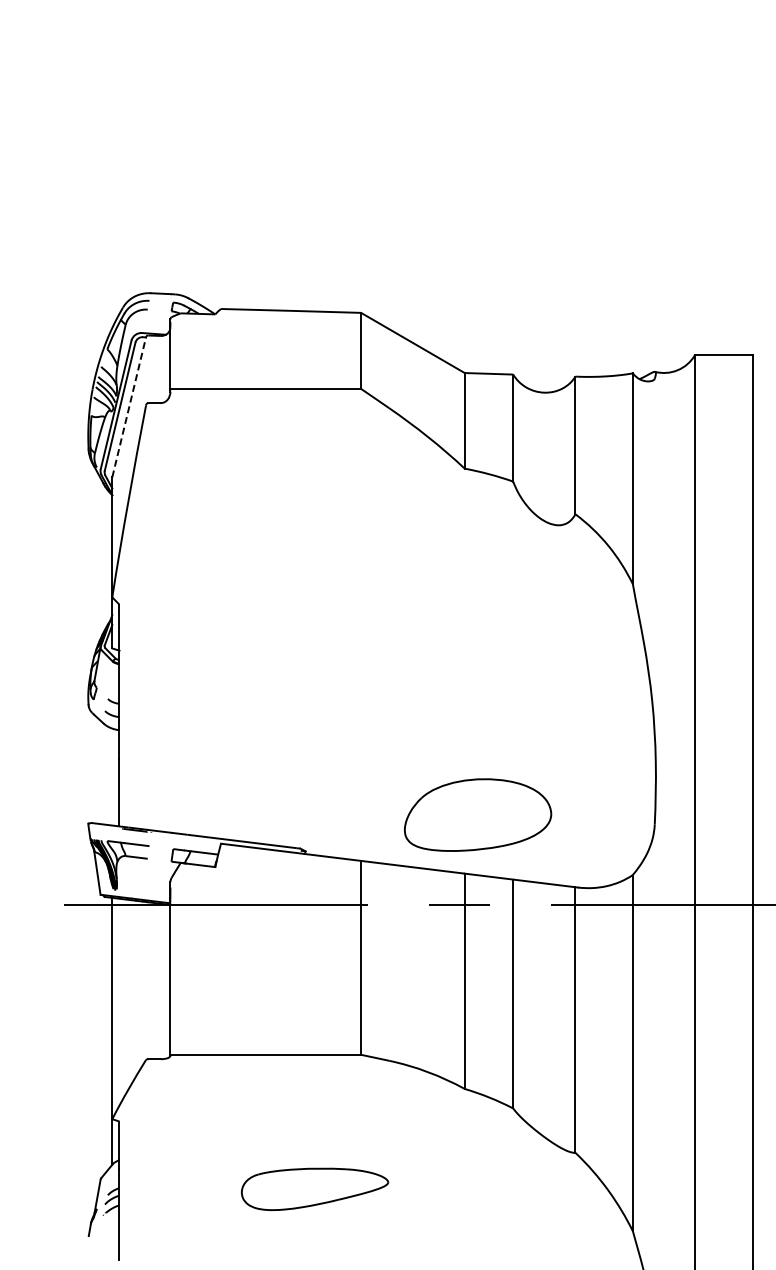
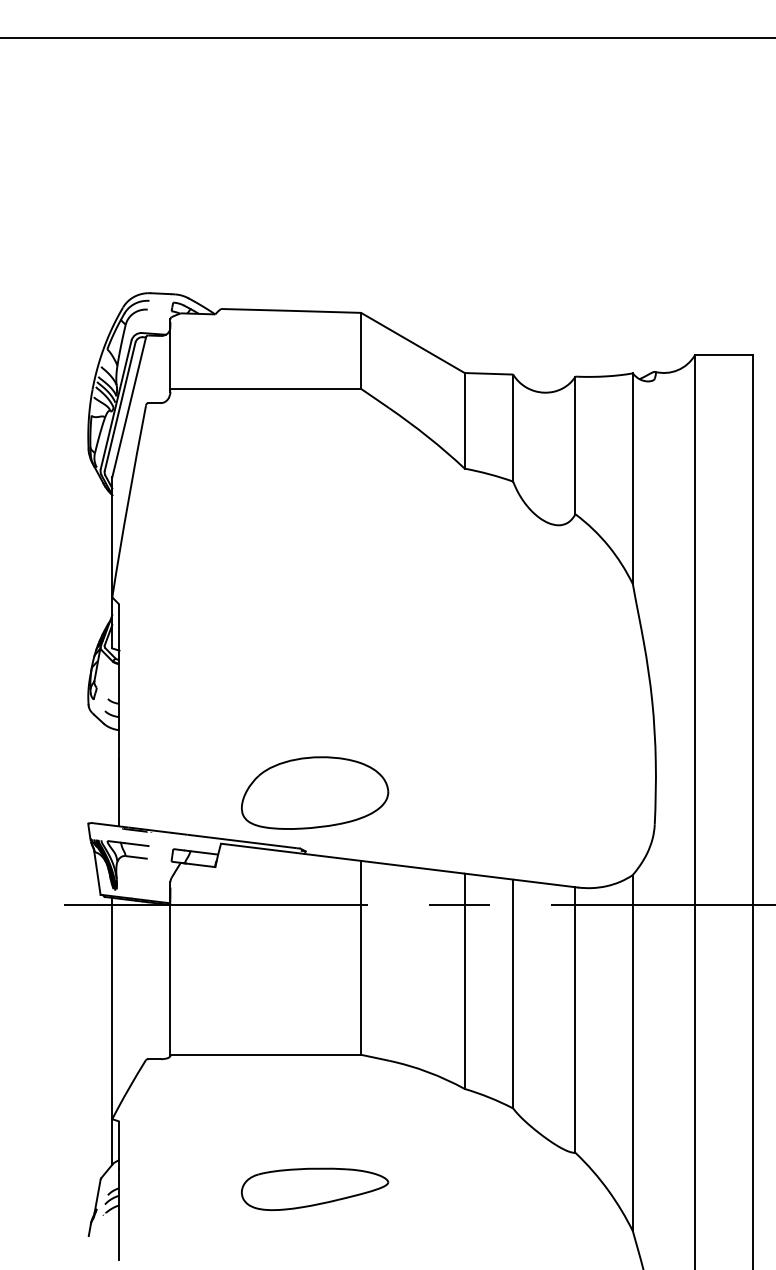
line at (387, 38): none -> present
line at (129, 406): dashed -> solid
part at (477, 814) position: (477, 814) -> (314, 792)
